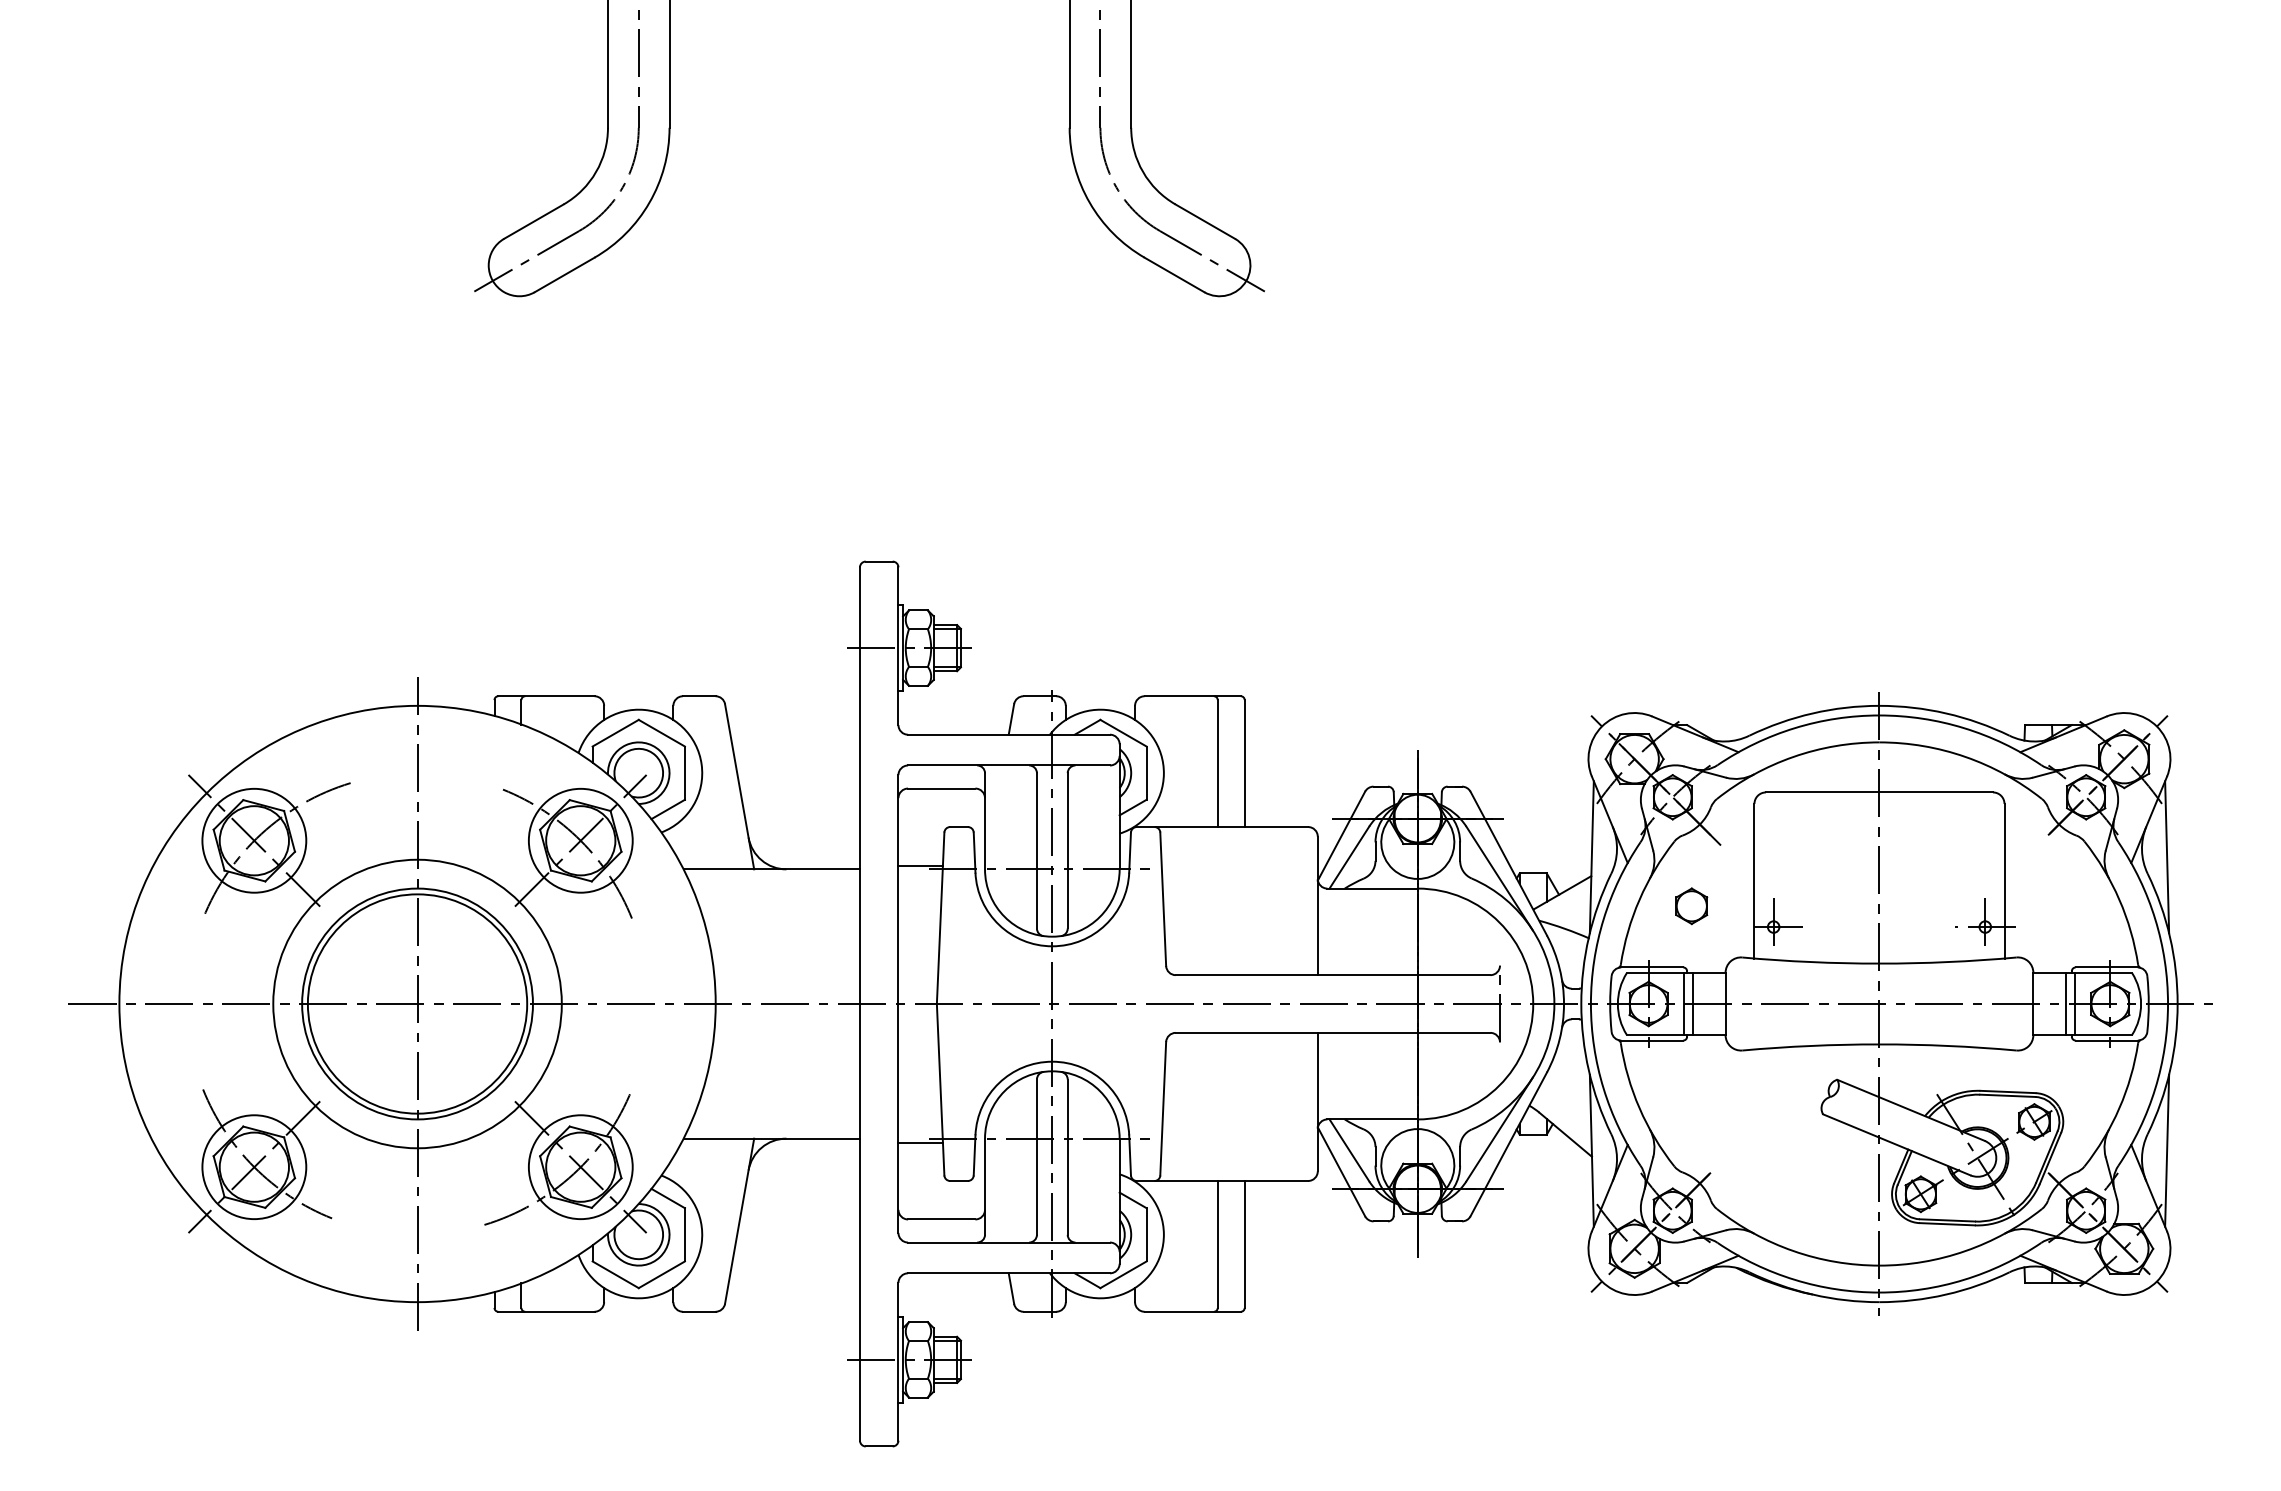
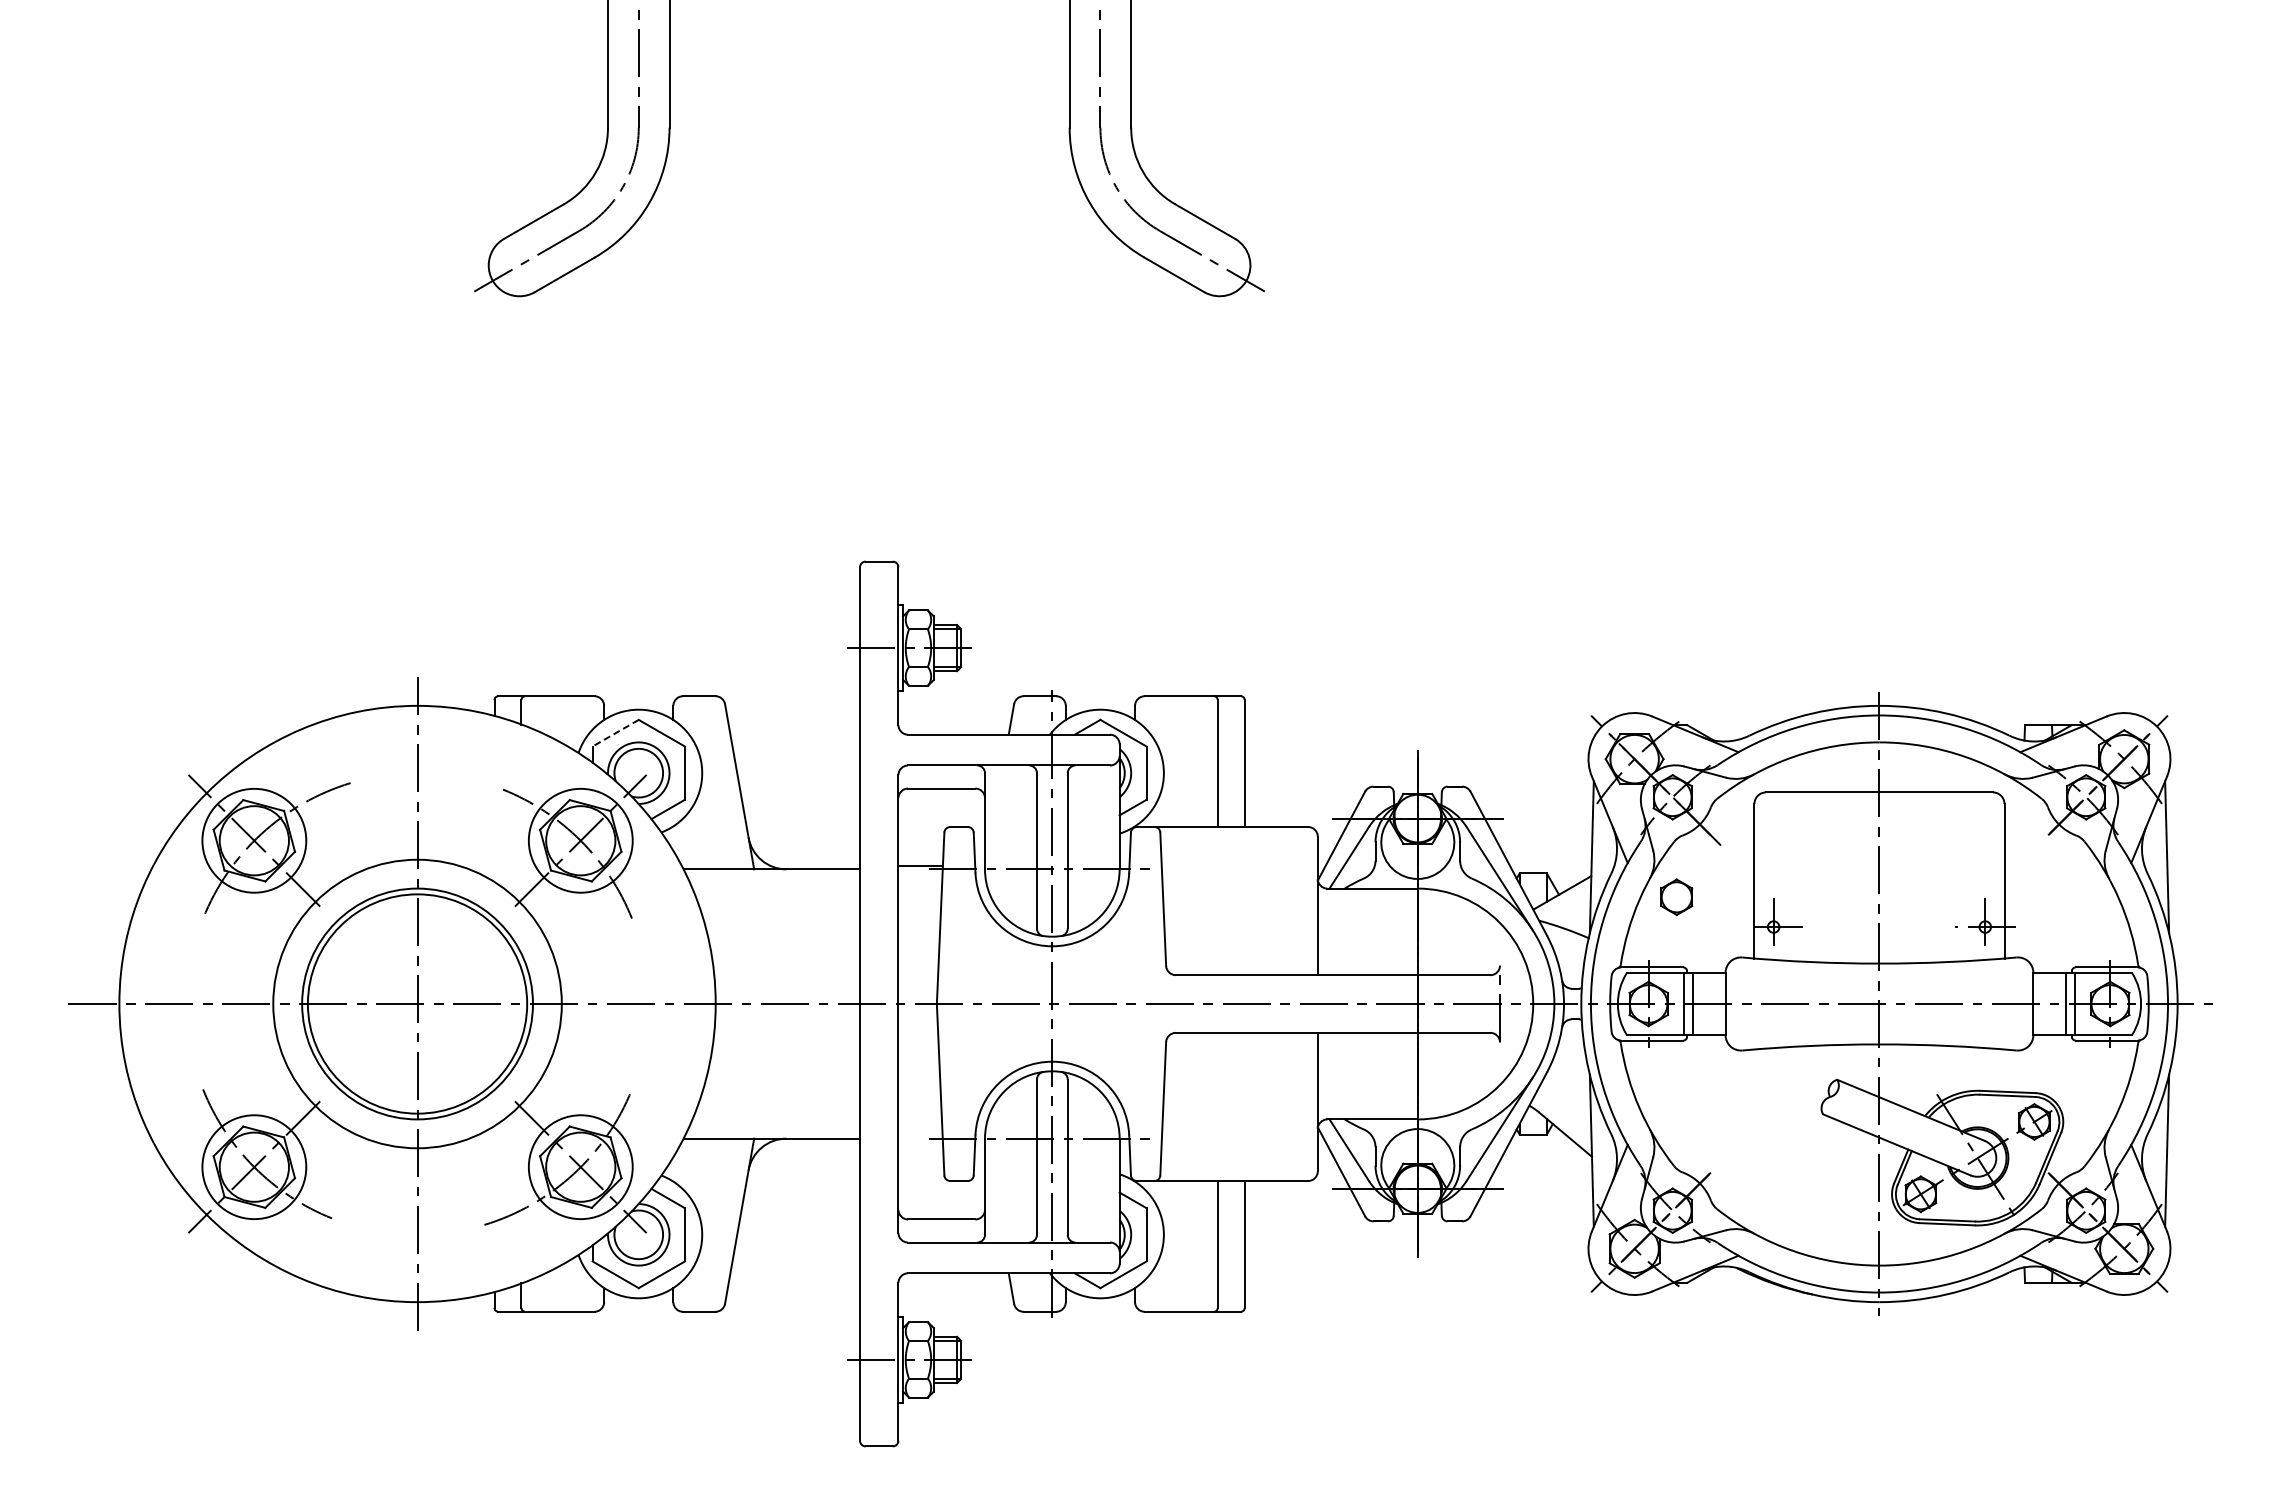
line at (615, 733): solid -> dashed
part at (1691, 906) position: (1691, 906) -> (1676, 897)
line at (920, 1142): present -> none
